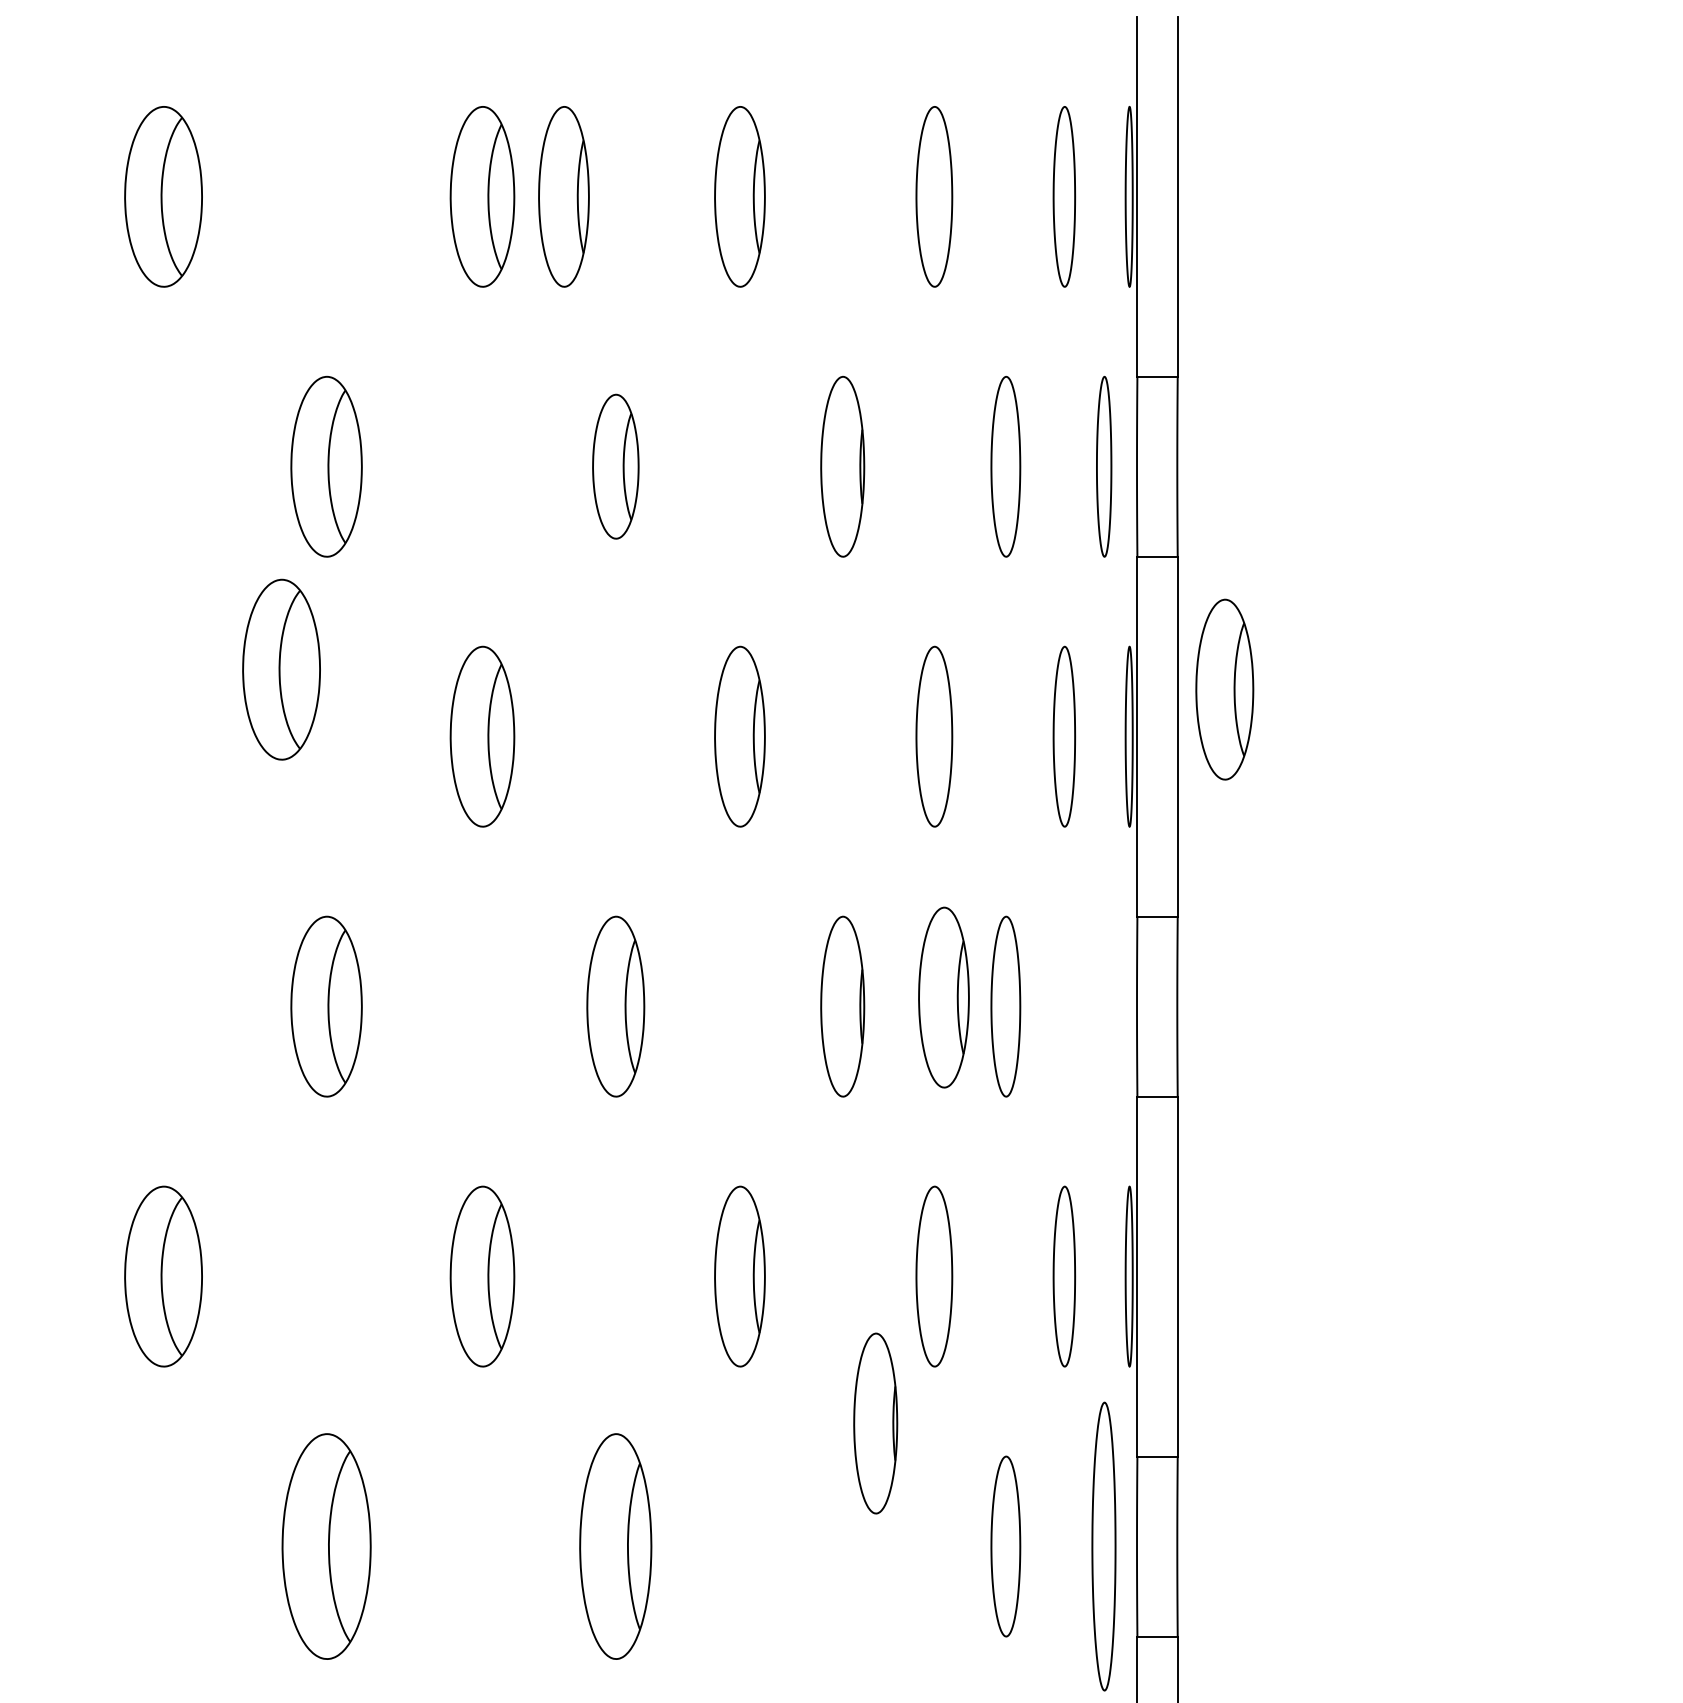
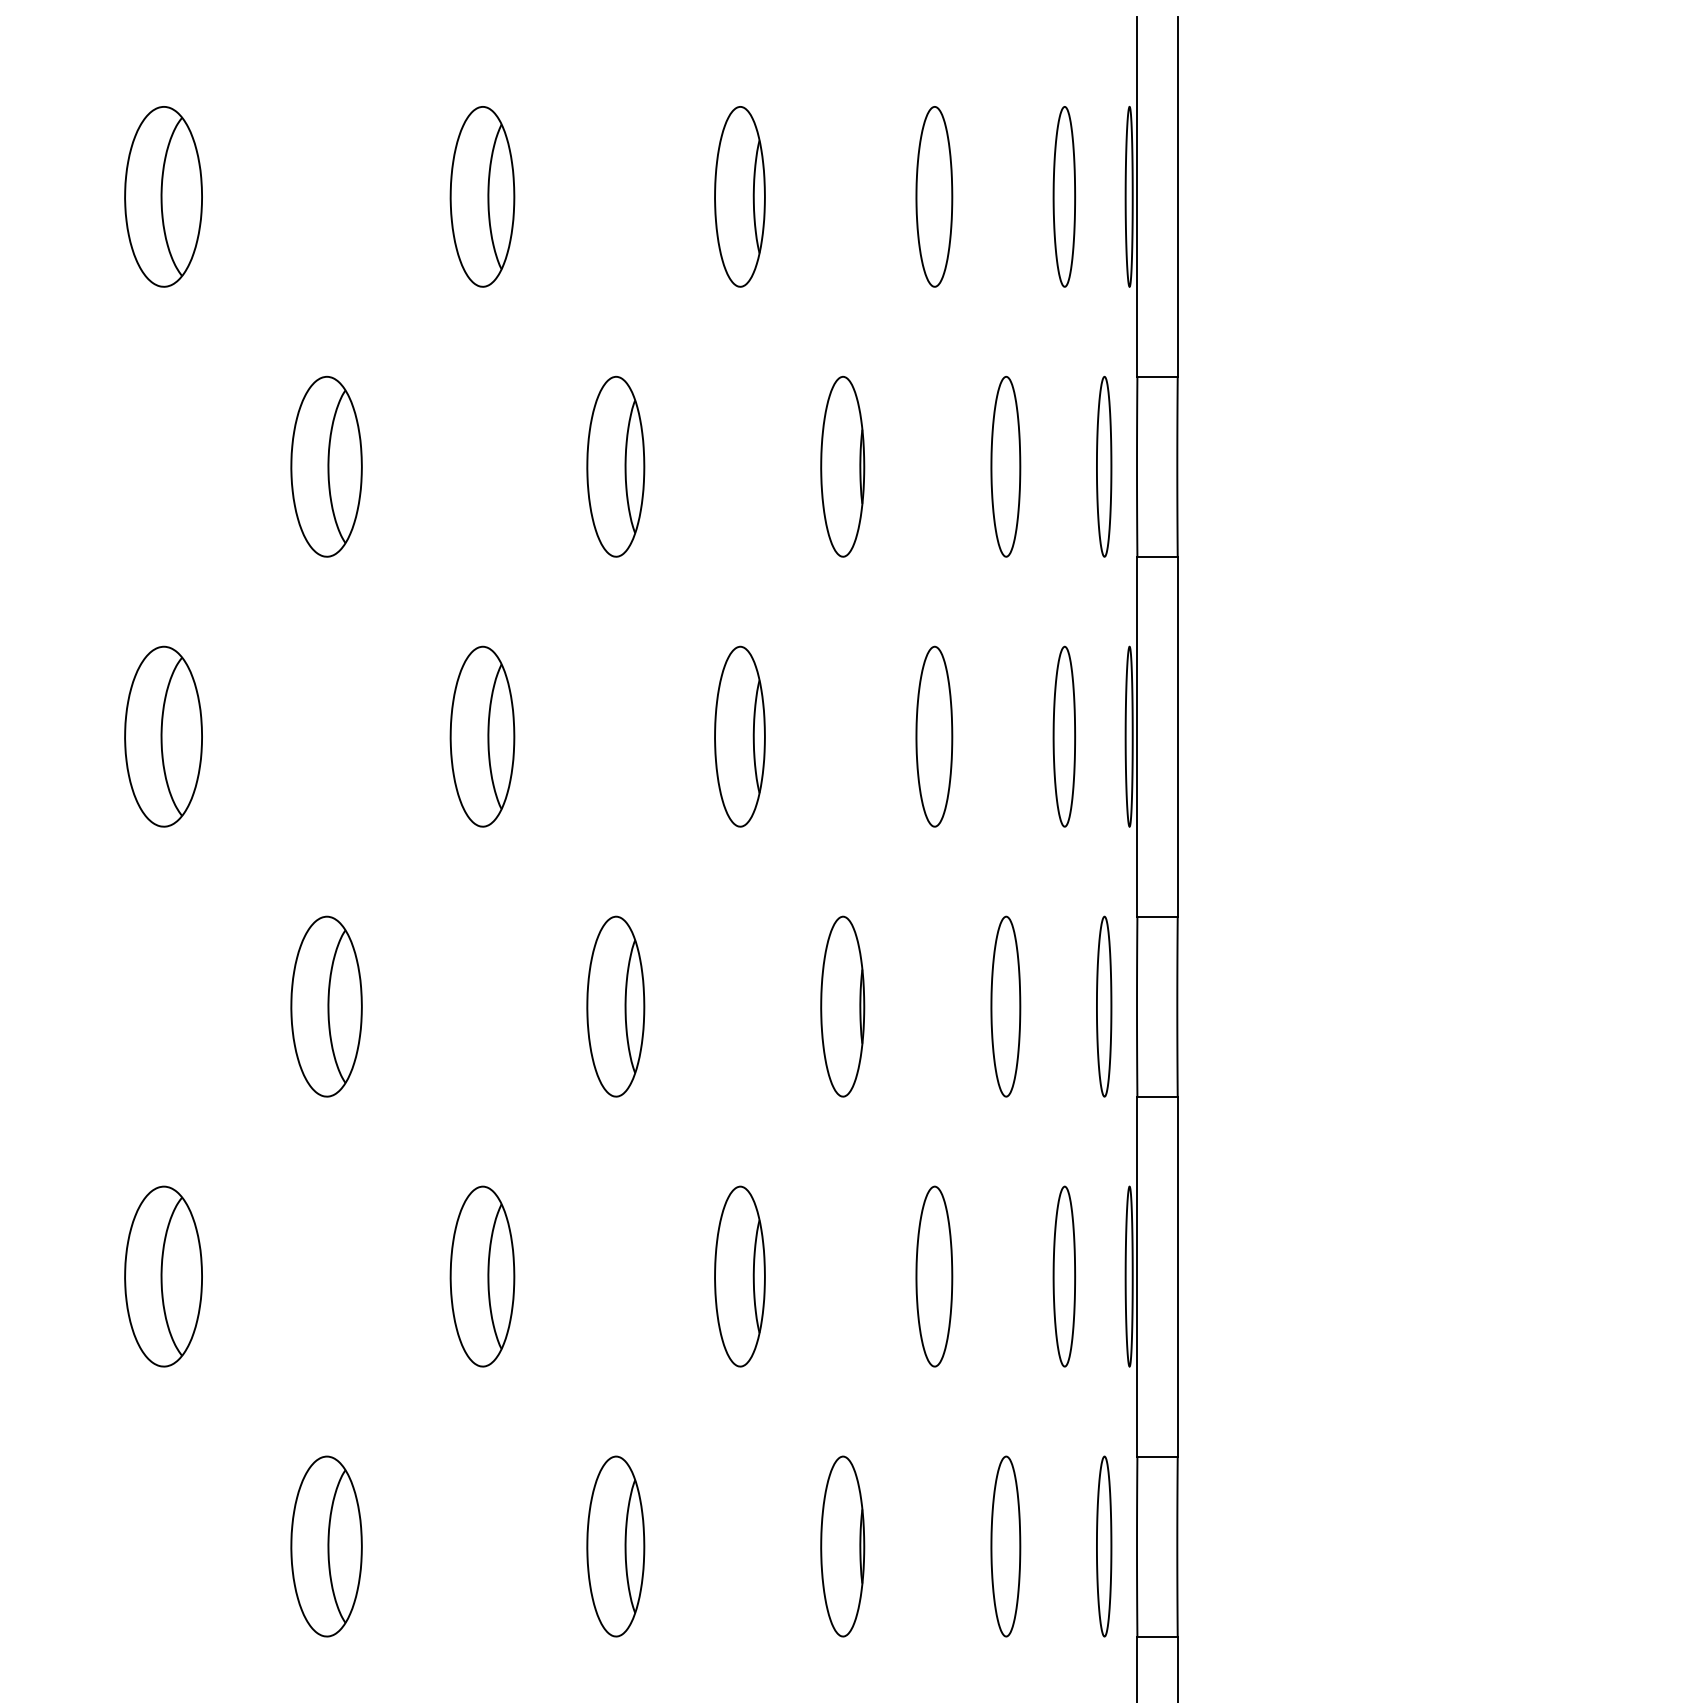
part at (563, 196): present -> none
part at (615, 466) size: 48x147 px -> 60x183 px
part at (281, 669) position: (281, 669) -> (163, 736)
part at (1224, 689): present -> none
part at (943, 997): present -> none
part at (1104, 1006): none -> present
part at (875, 1423) position: (875, 1423) -> (842, 1546)
part at (326, 1546) size: 91x227 px -> 73x183 px
part at (615, 1546) size: 74x227 px -> 60x183 px
part at (1103, 1546) size: 26x291 px -> 17x183 px
